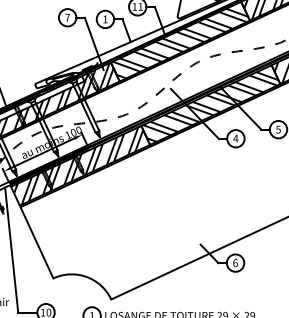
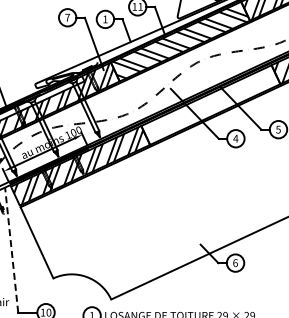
hatch at (210, 103): present -> none
line at (11, 250): solid -> dashed
